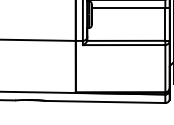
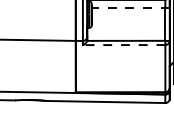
line at (130, 8): solid -> dashed
line at (123, 45): solid -> dashed
